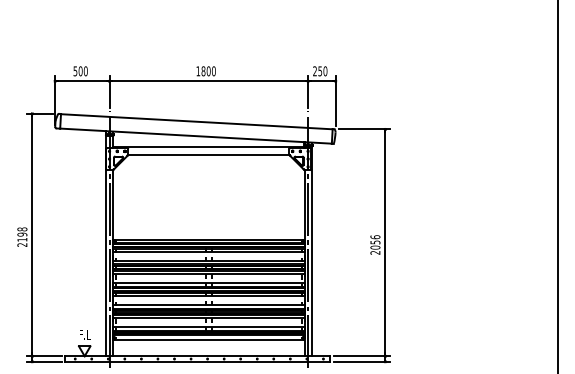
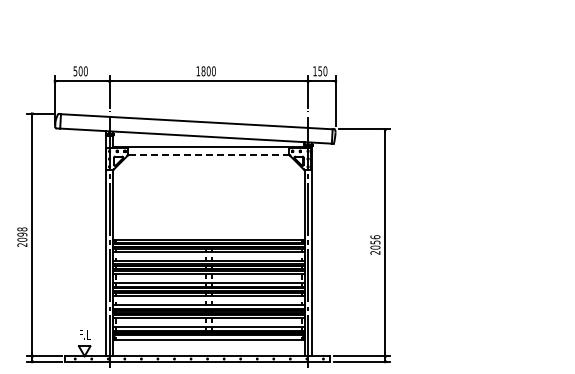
text at (314, 71): 250 -> 150
line at (208, 154): solid -> dashed
line at (557, 186): present -> none
text at (22, 239): 2198 -> 2098
